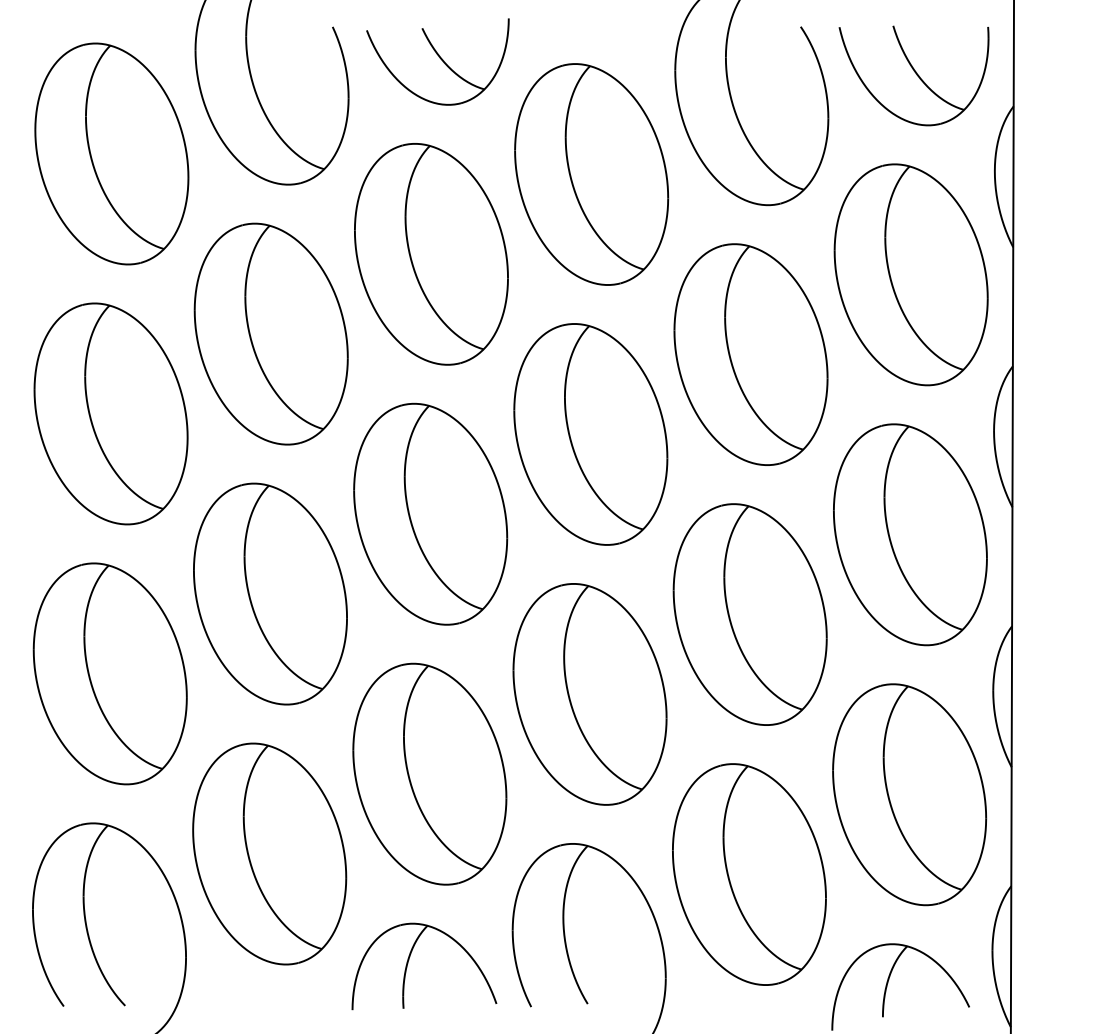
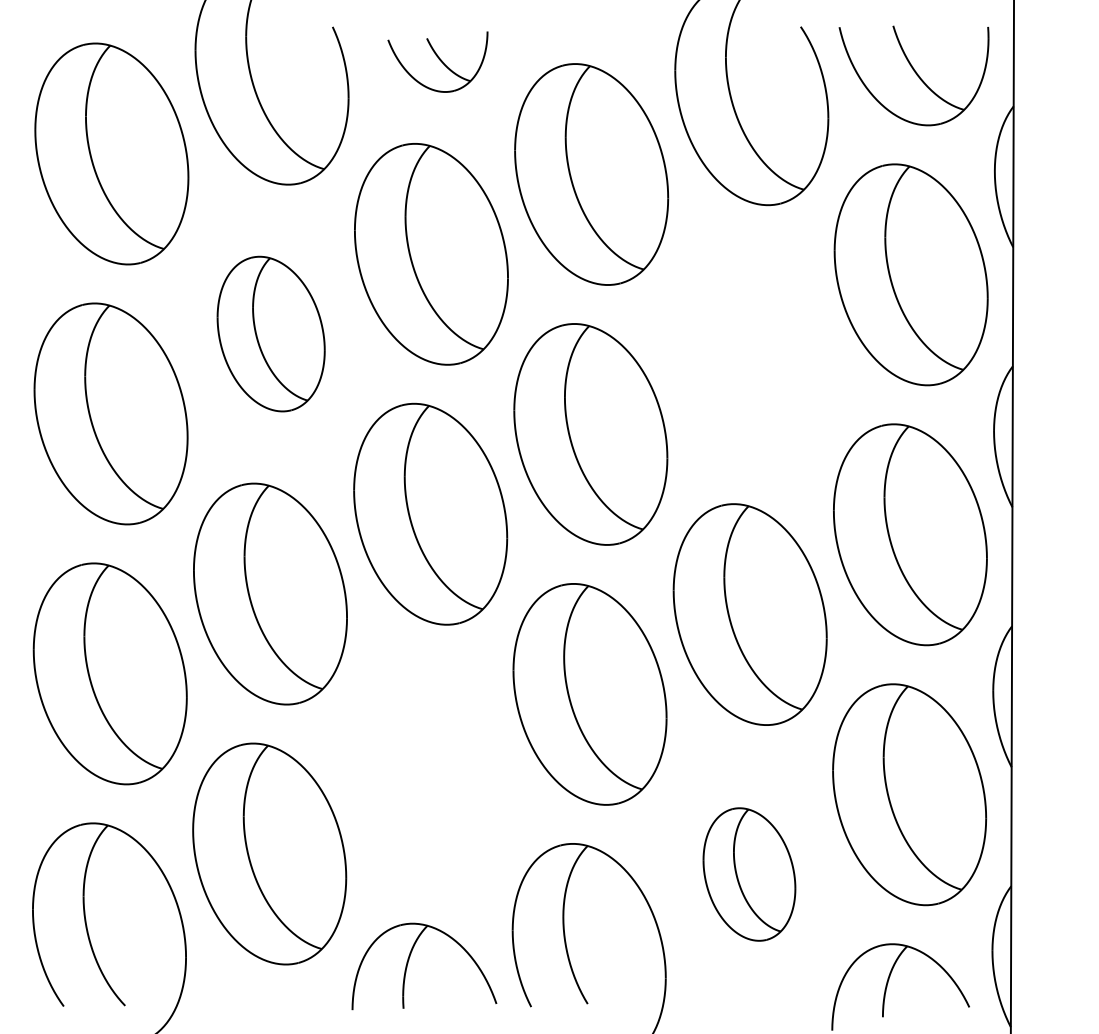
part at (437, 61) size: 144x88 px -> 102x62 px
part at (270, 333) size: 156x224 px -> 110x158 px
part at (750, 354): present -> none
part at (429, 773): present -> none
part at (749, 874) size: 155x223 px -> 95x135 px
